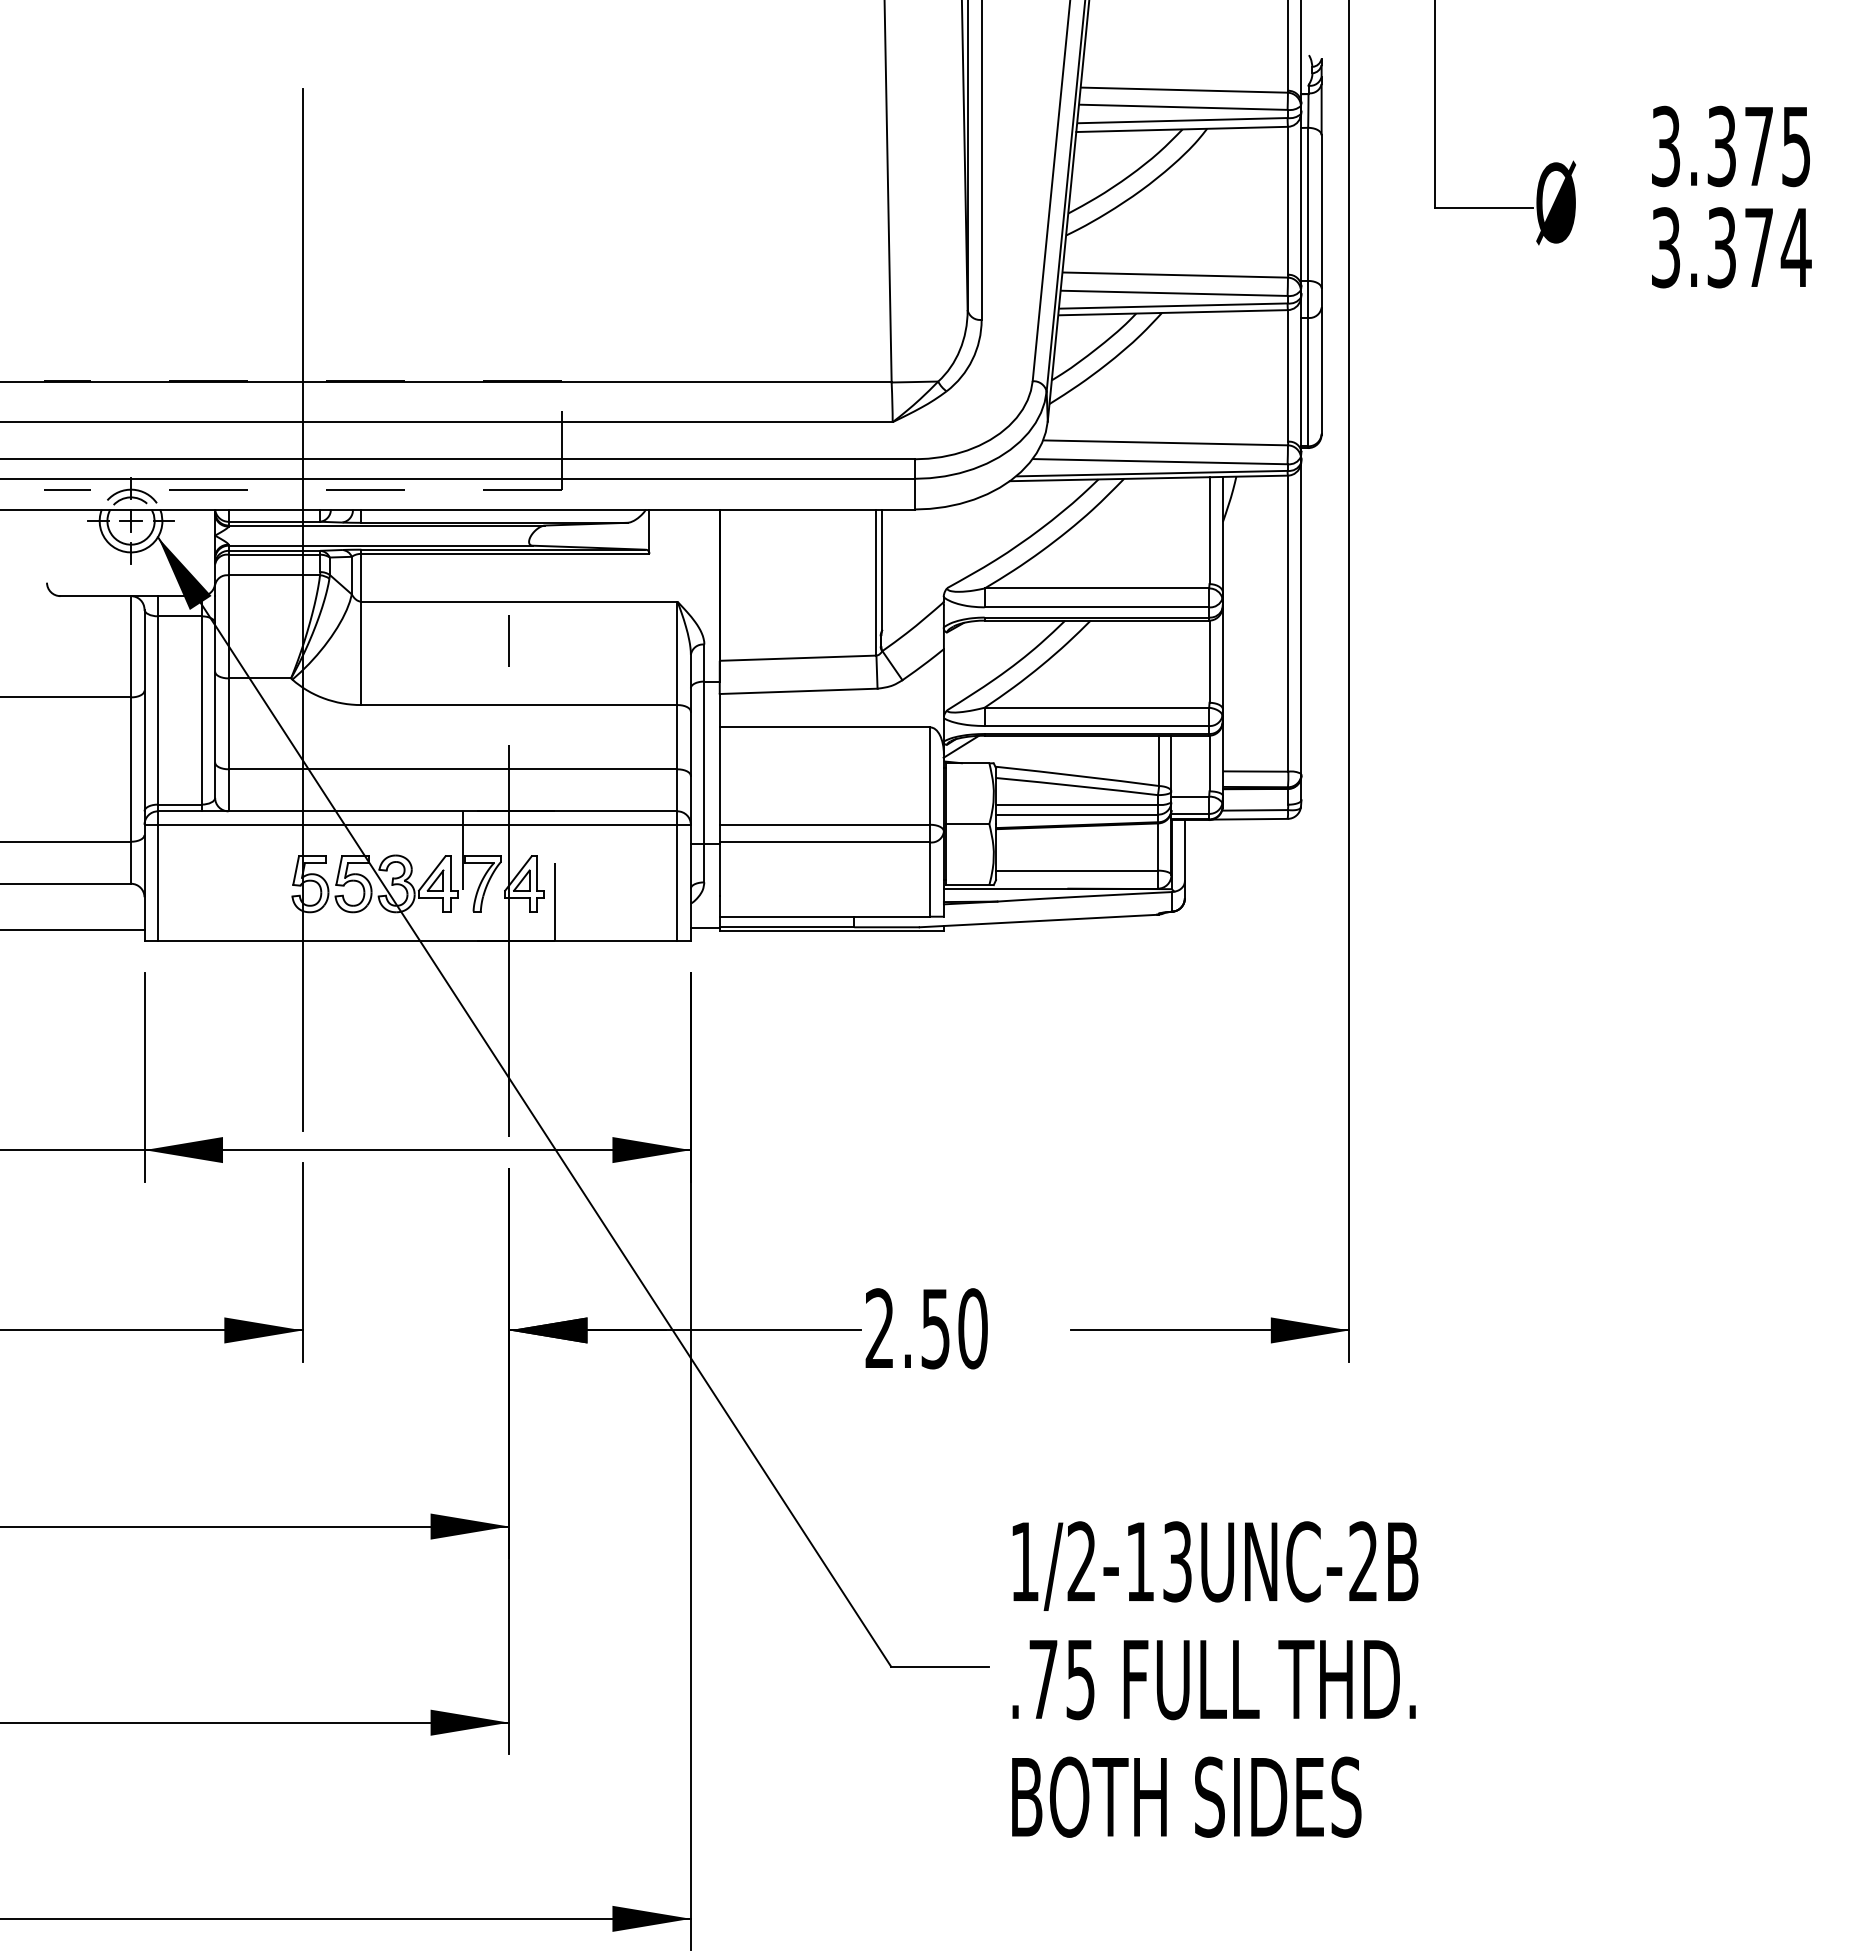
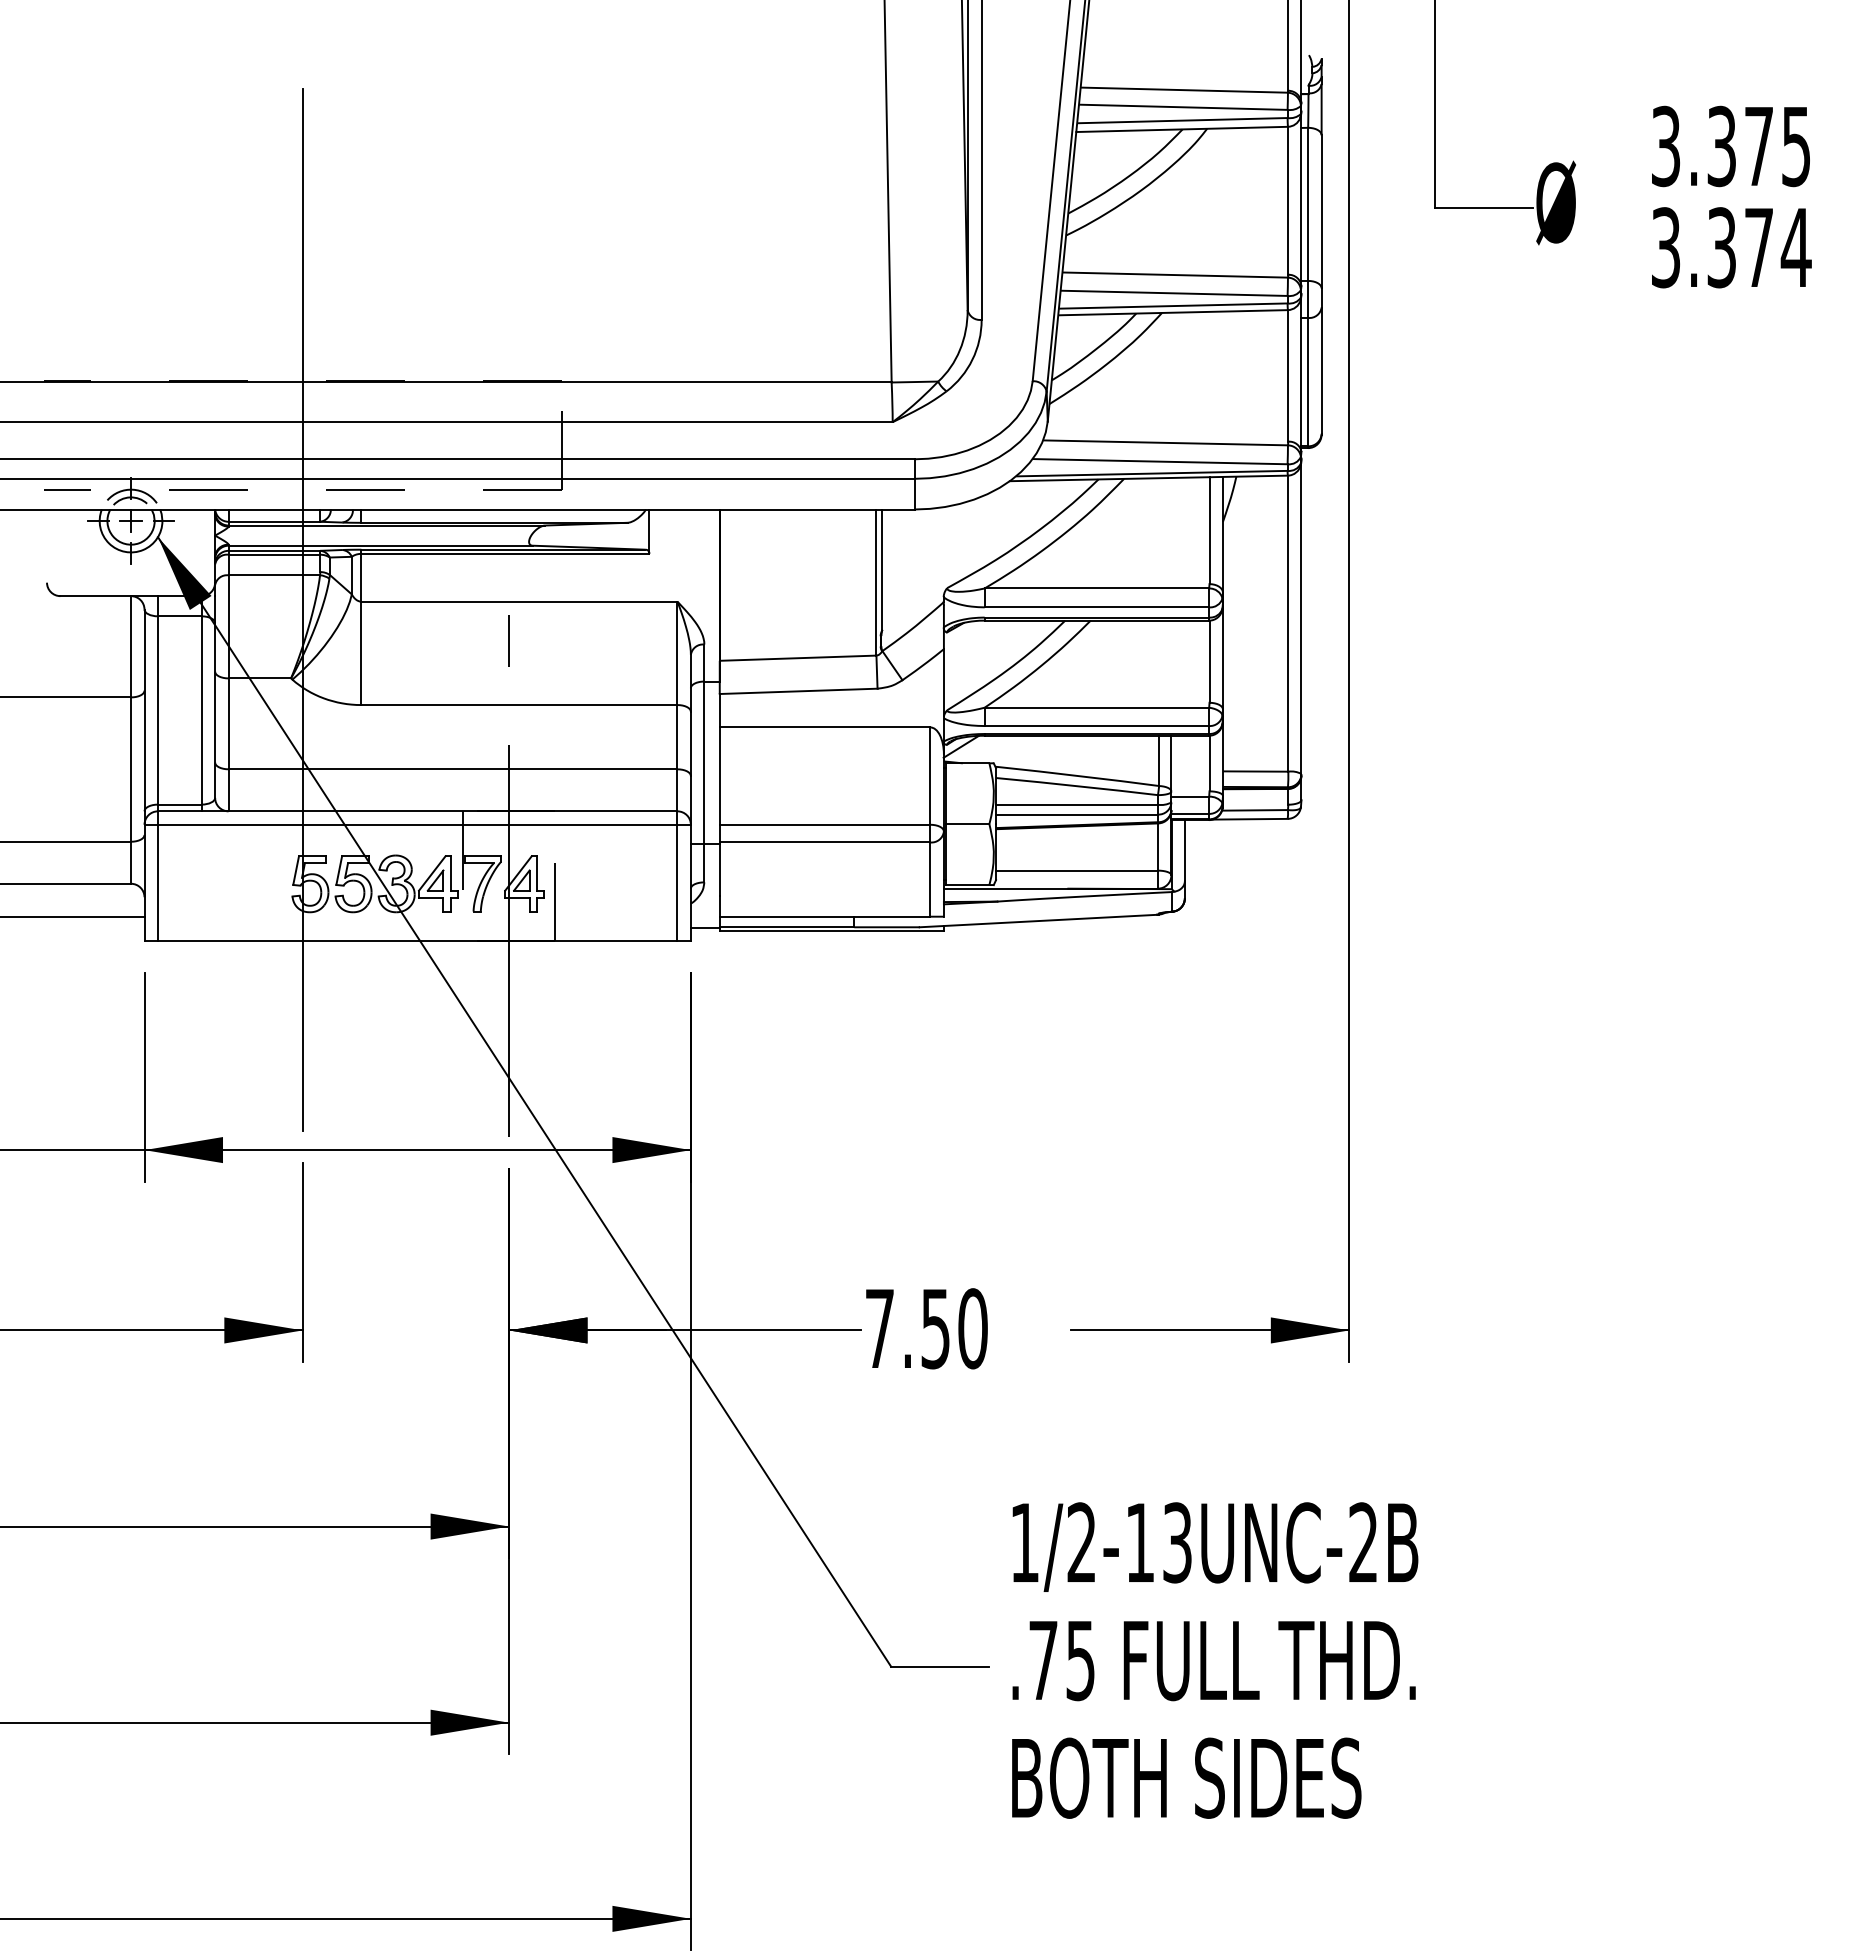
line at (73, 929) position: (73, 929) -> (73, 916)
text at (879, 1327): 2.50 -> 7.50
text at (1215, 1679) position: (1215, 1679) -> (1215, 1660)
